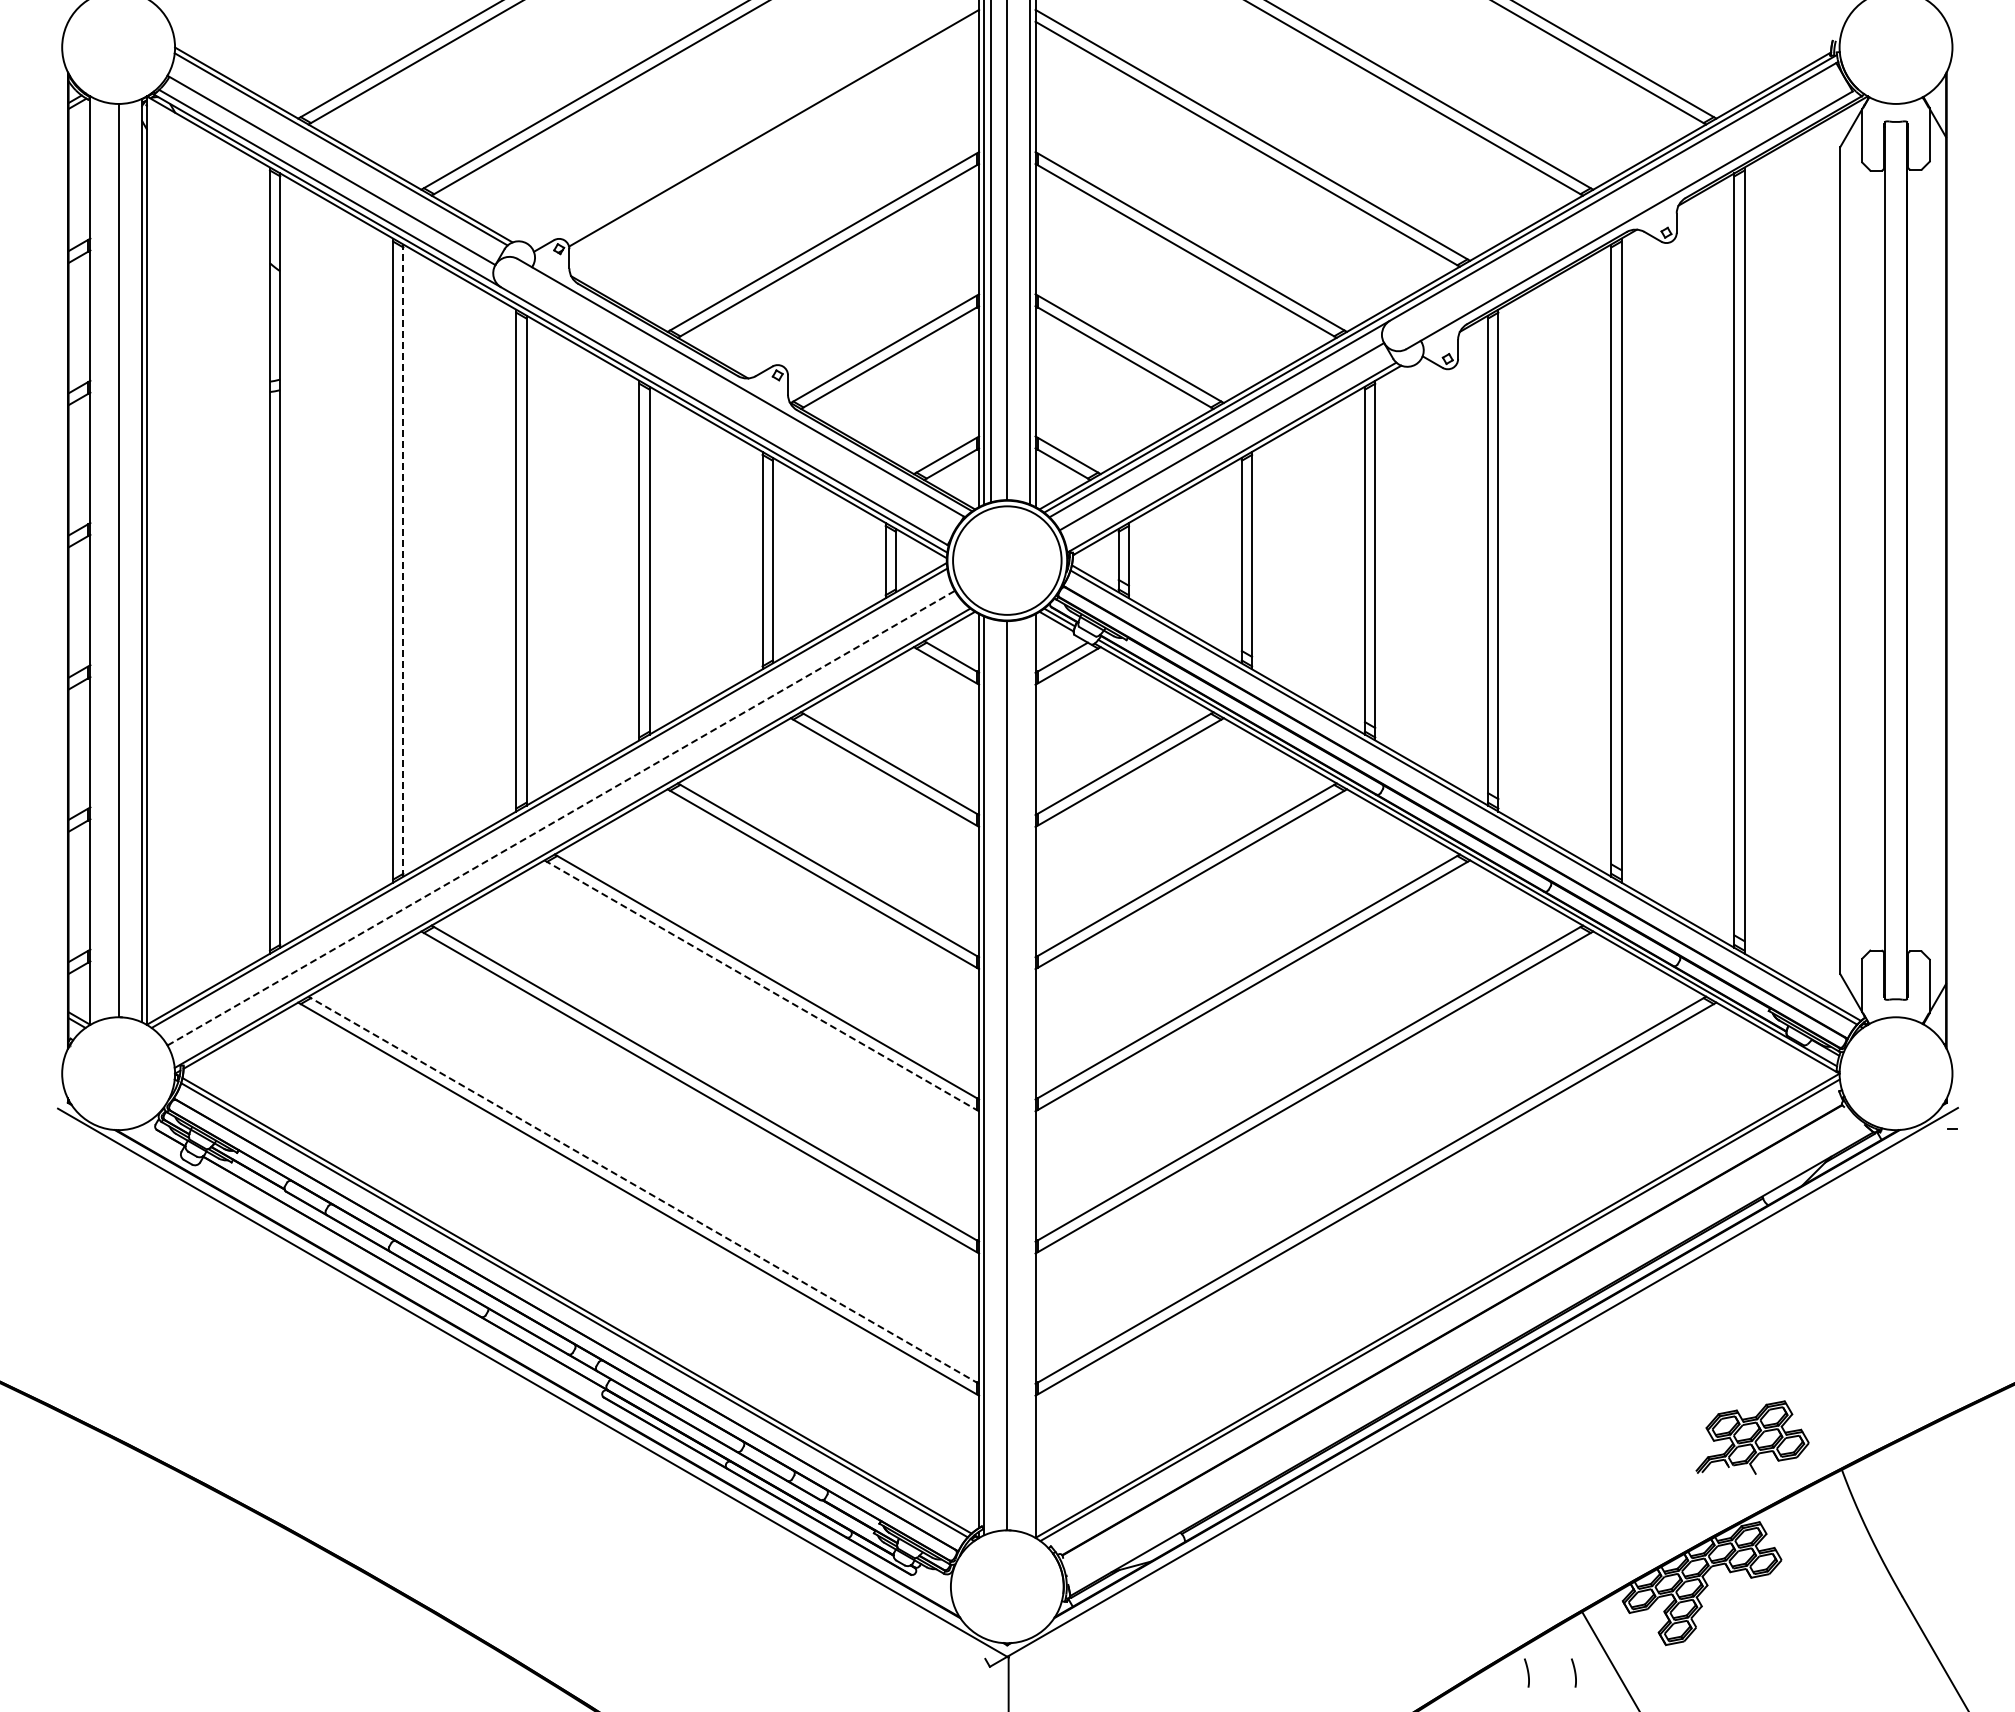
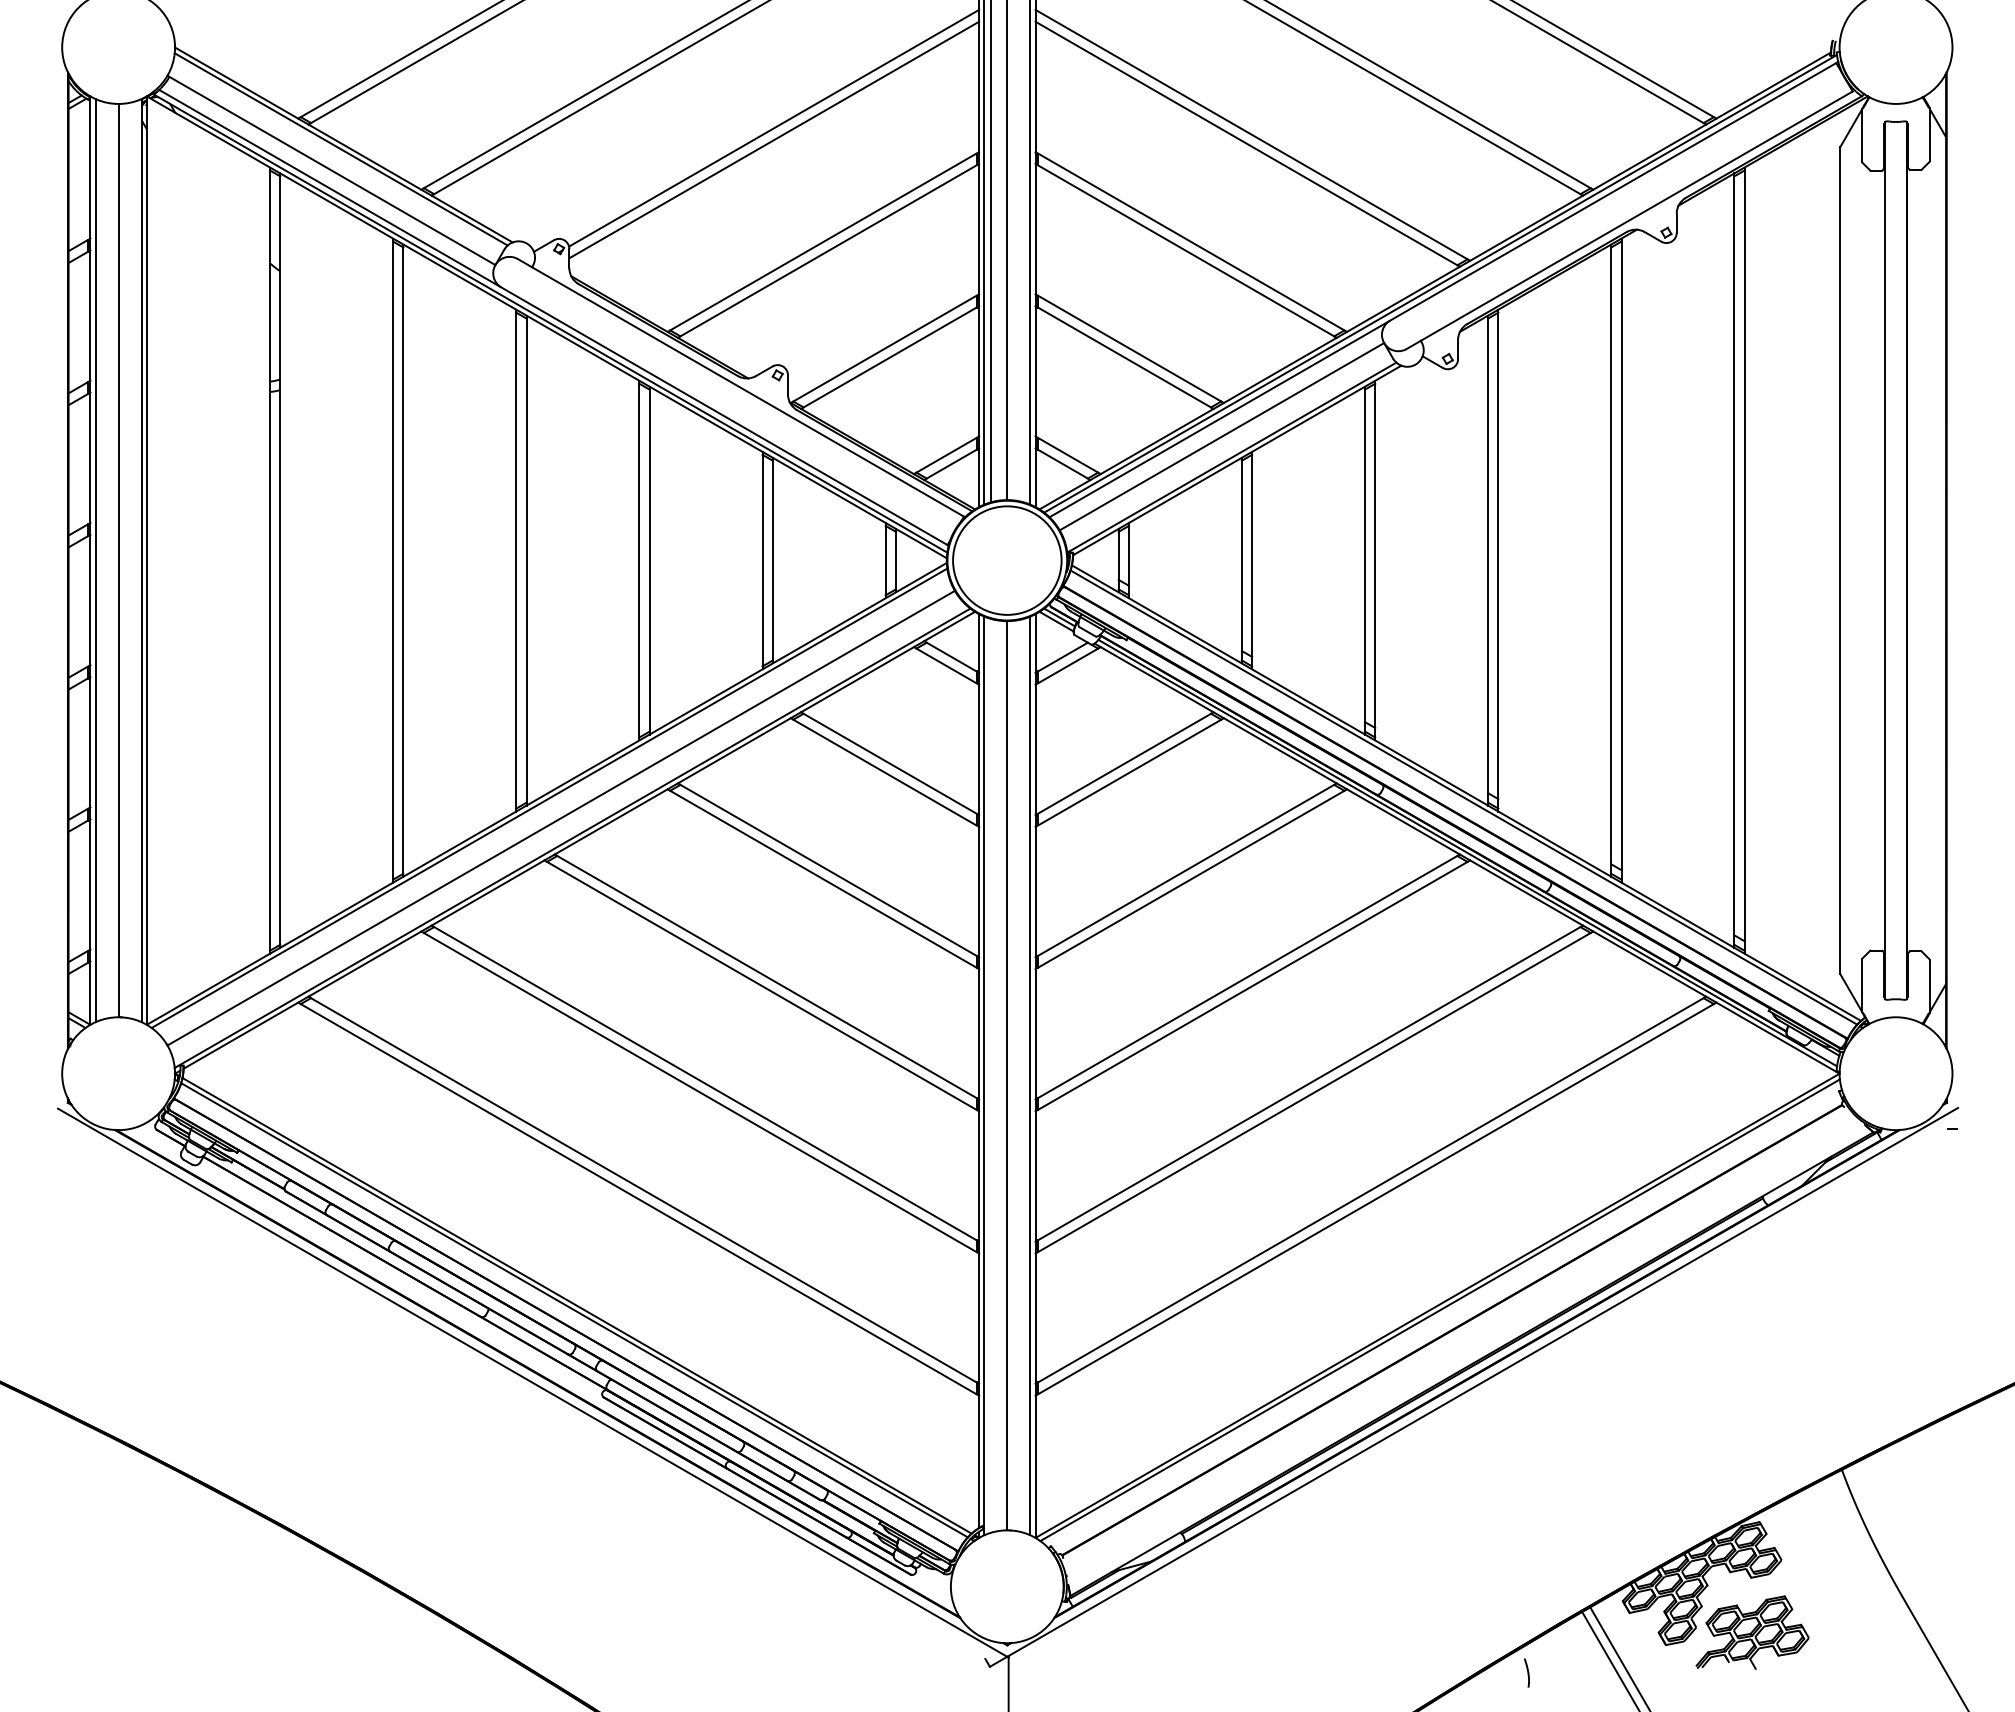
line at (774, 139): none -> present
line at (95, 560): none -> present
line at (403, 560): dashed -> solid
line at (561, 818): dashed -> solid
line at (761, 985): dashed -> solid
line at (1030, 1075): none -> present
line at (643, 1190): dashed -> solid
part at (1752, 1437) position: (1752, 1437) -> (1752, 1632)
line at (1619, 1657): none -> present
curve at (1574, 1672): present -> none
